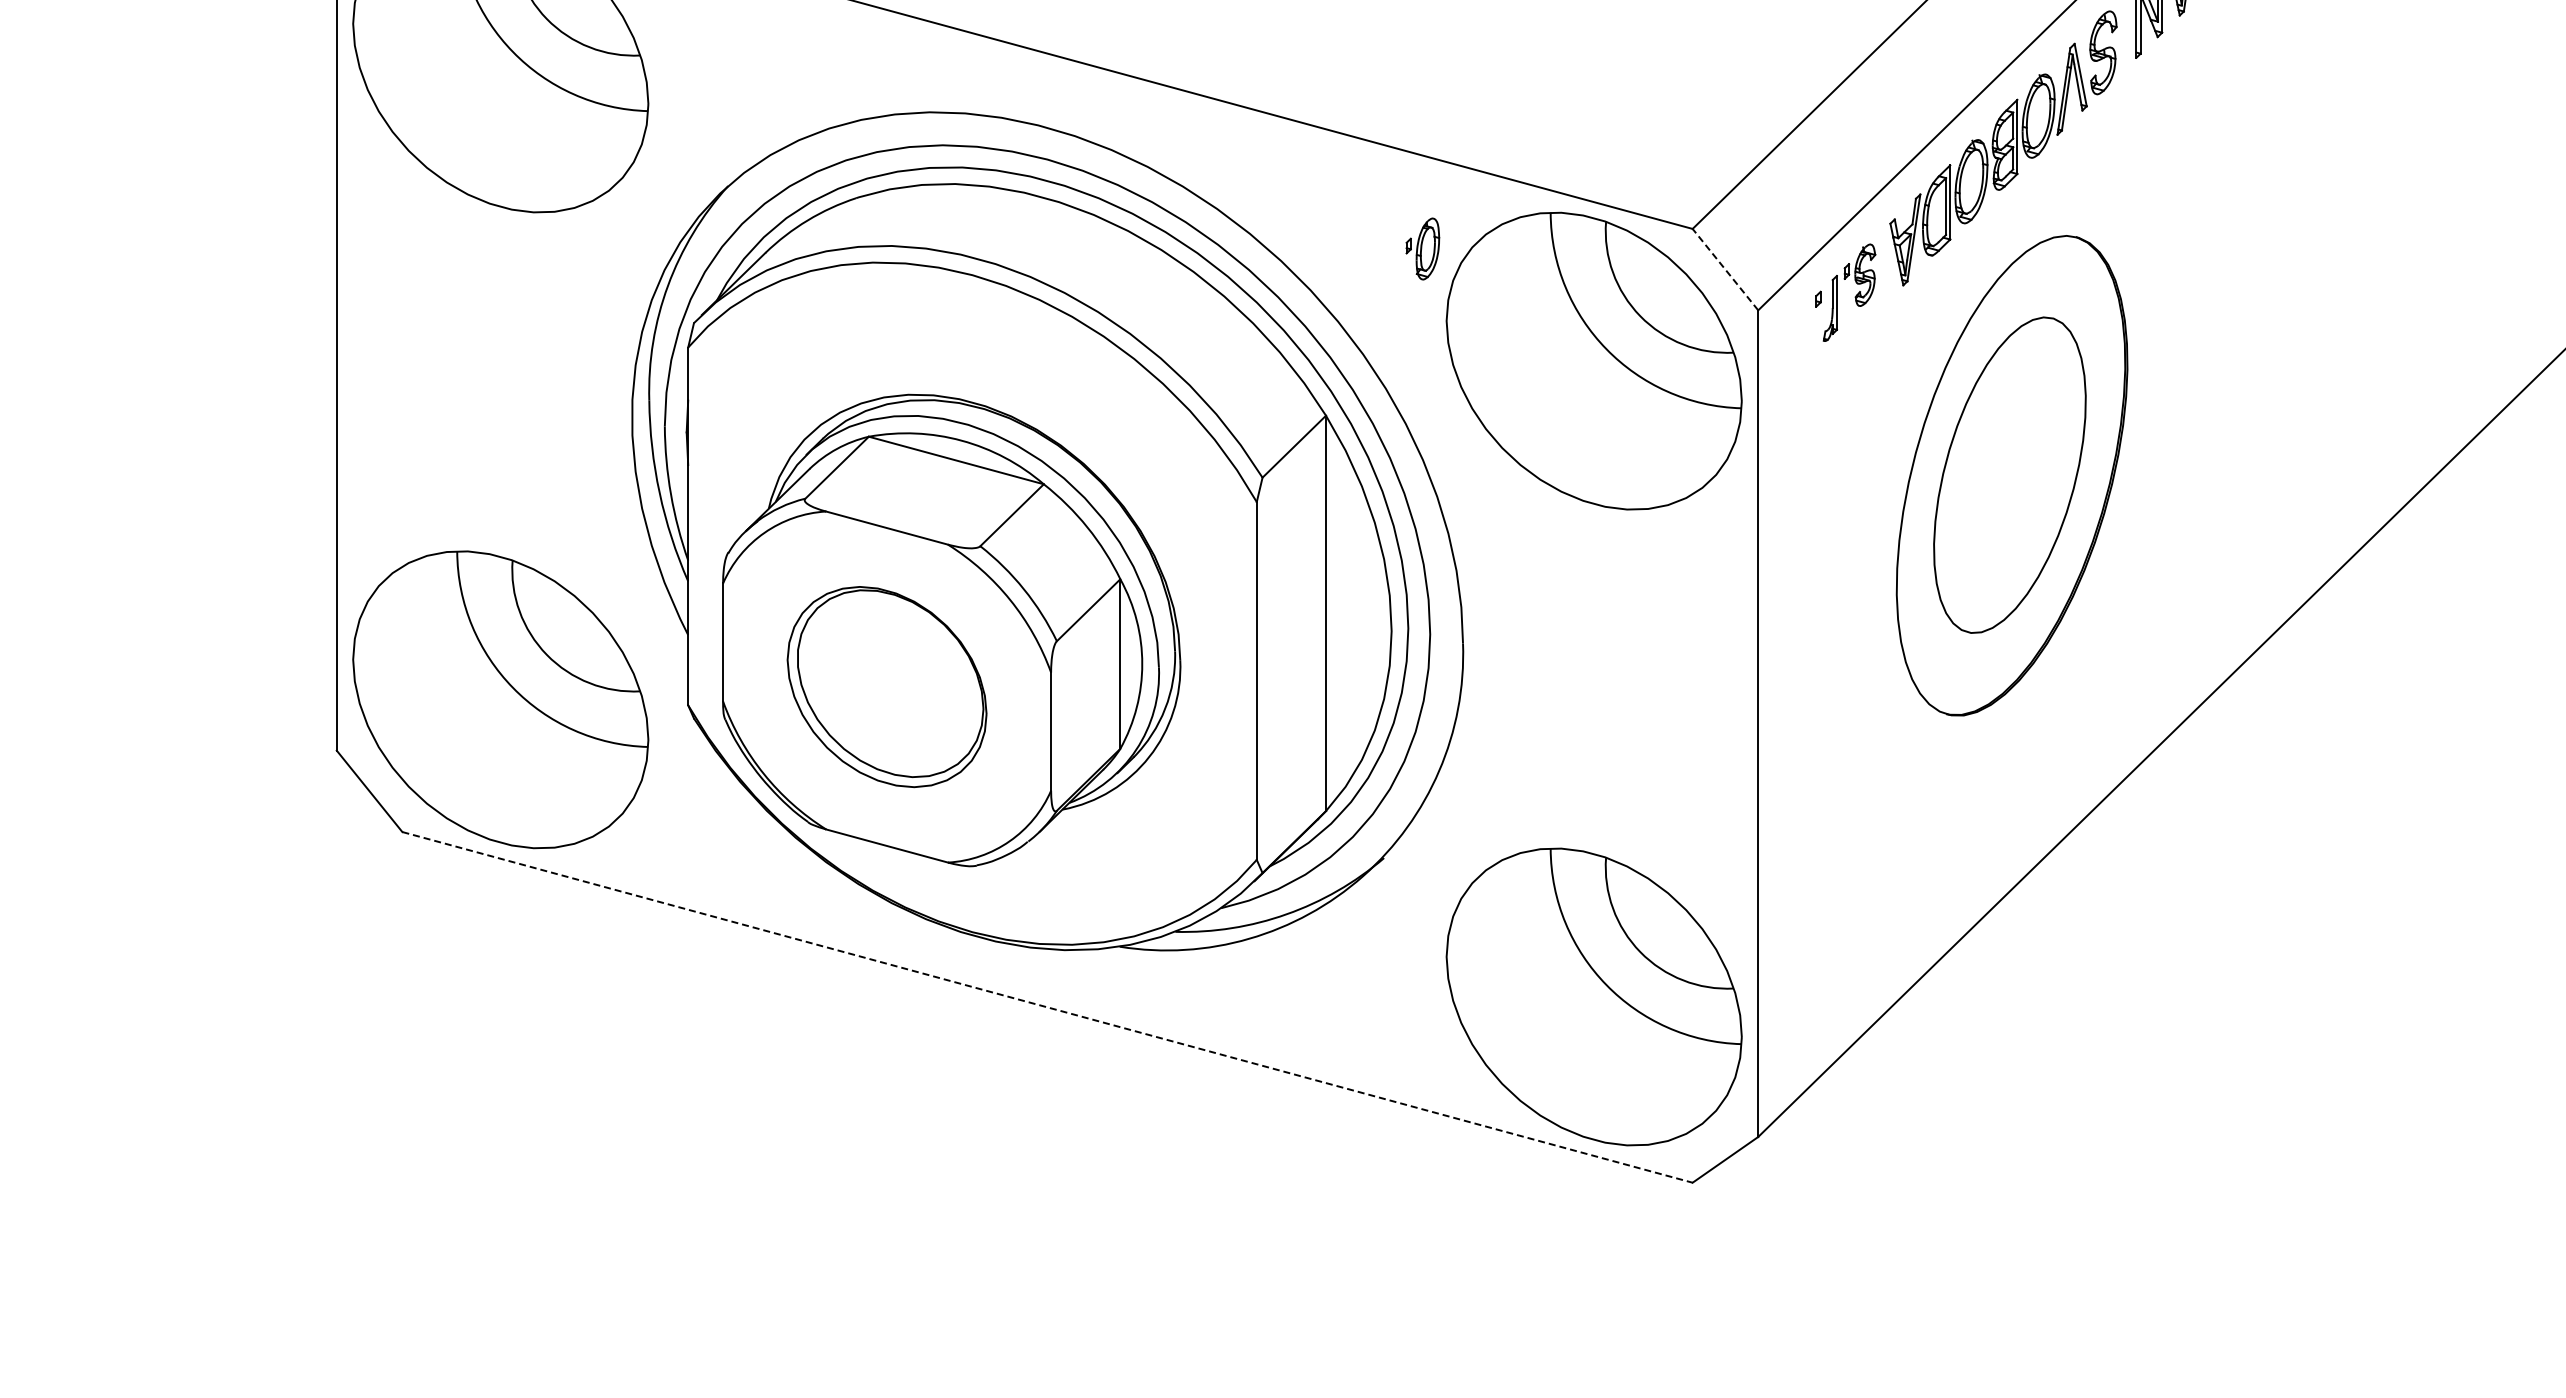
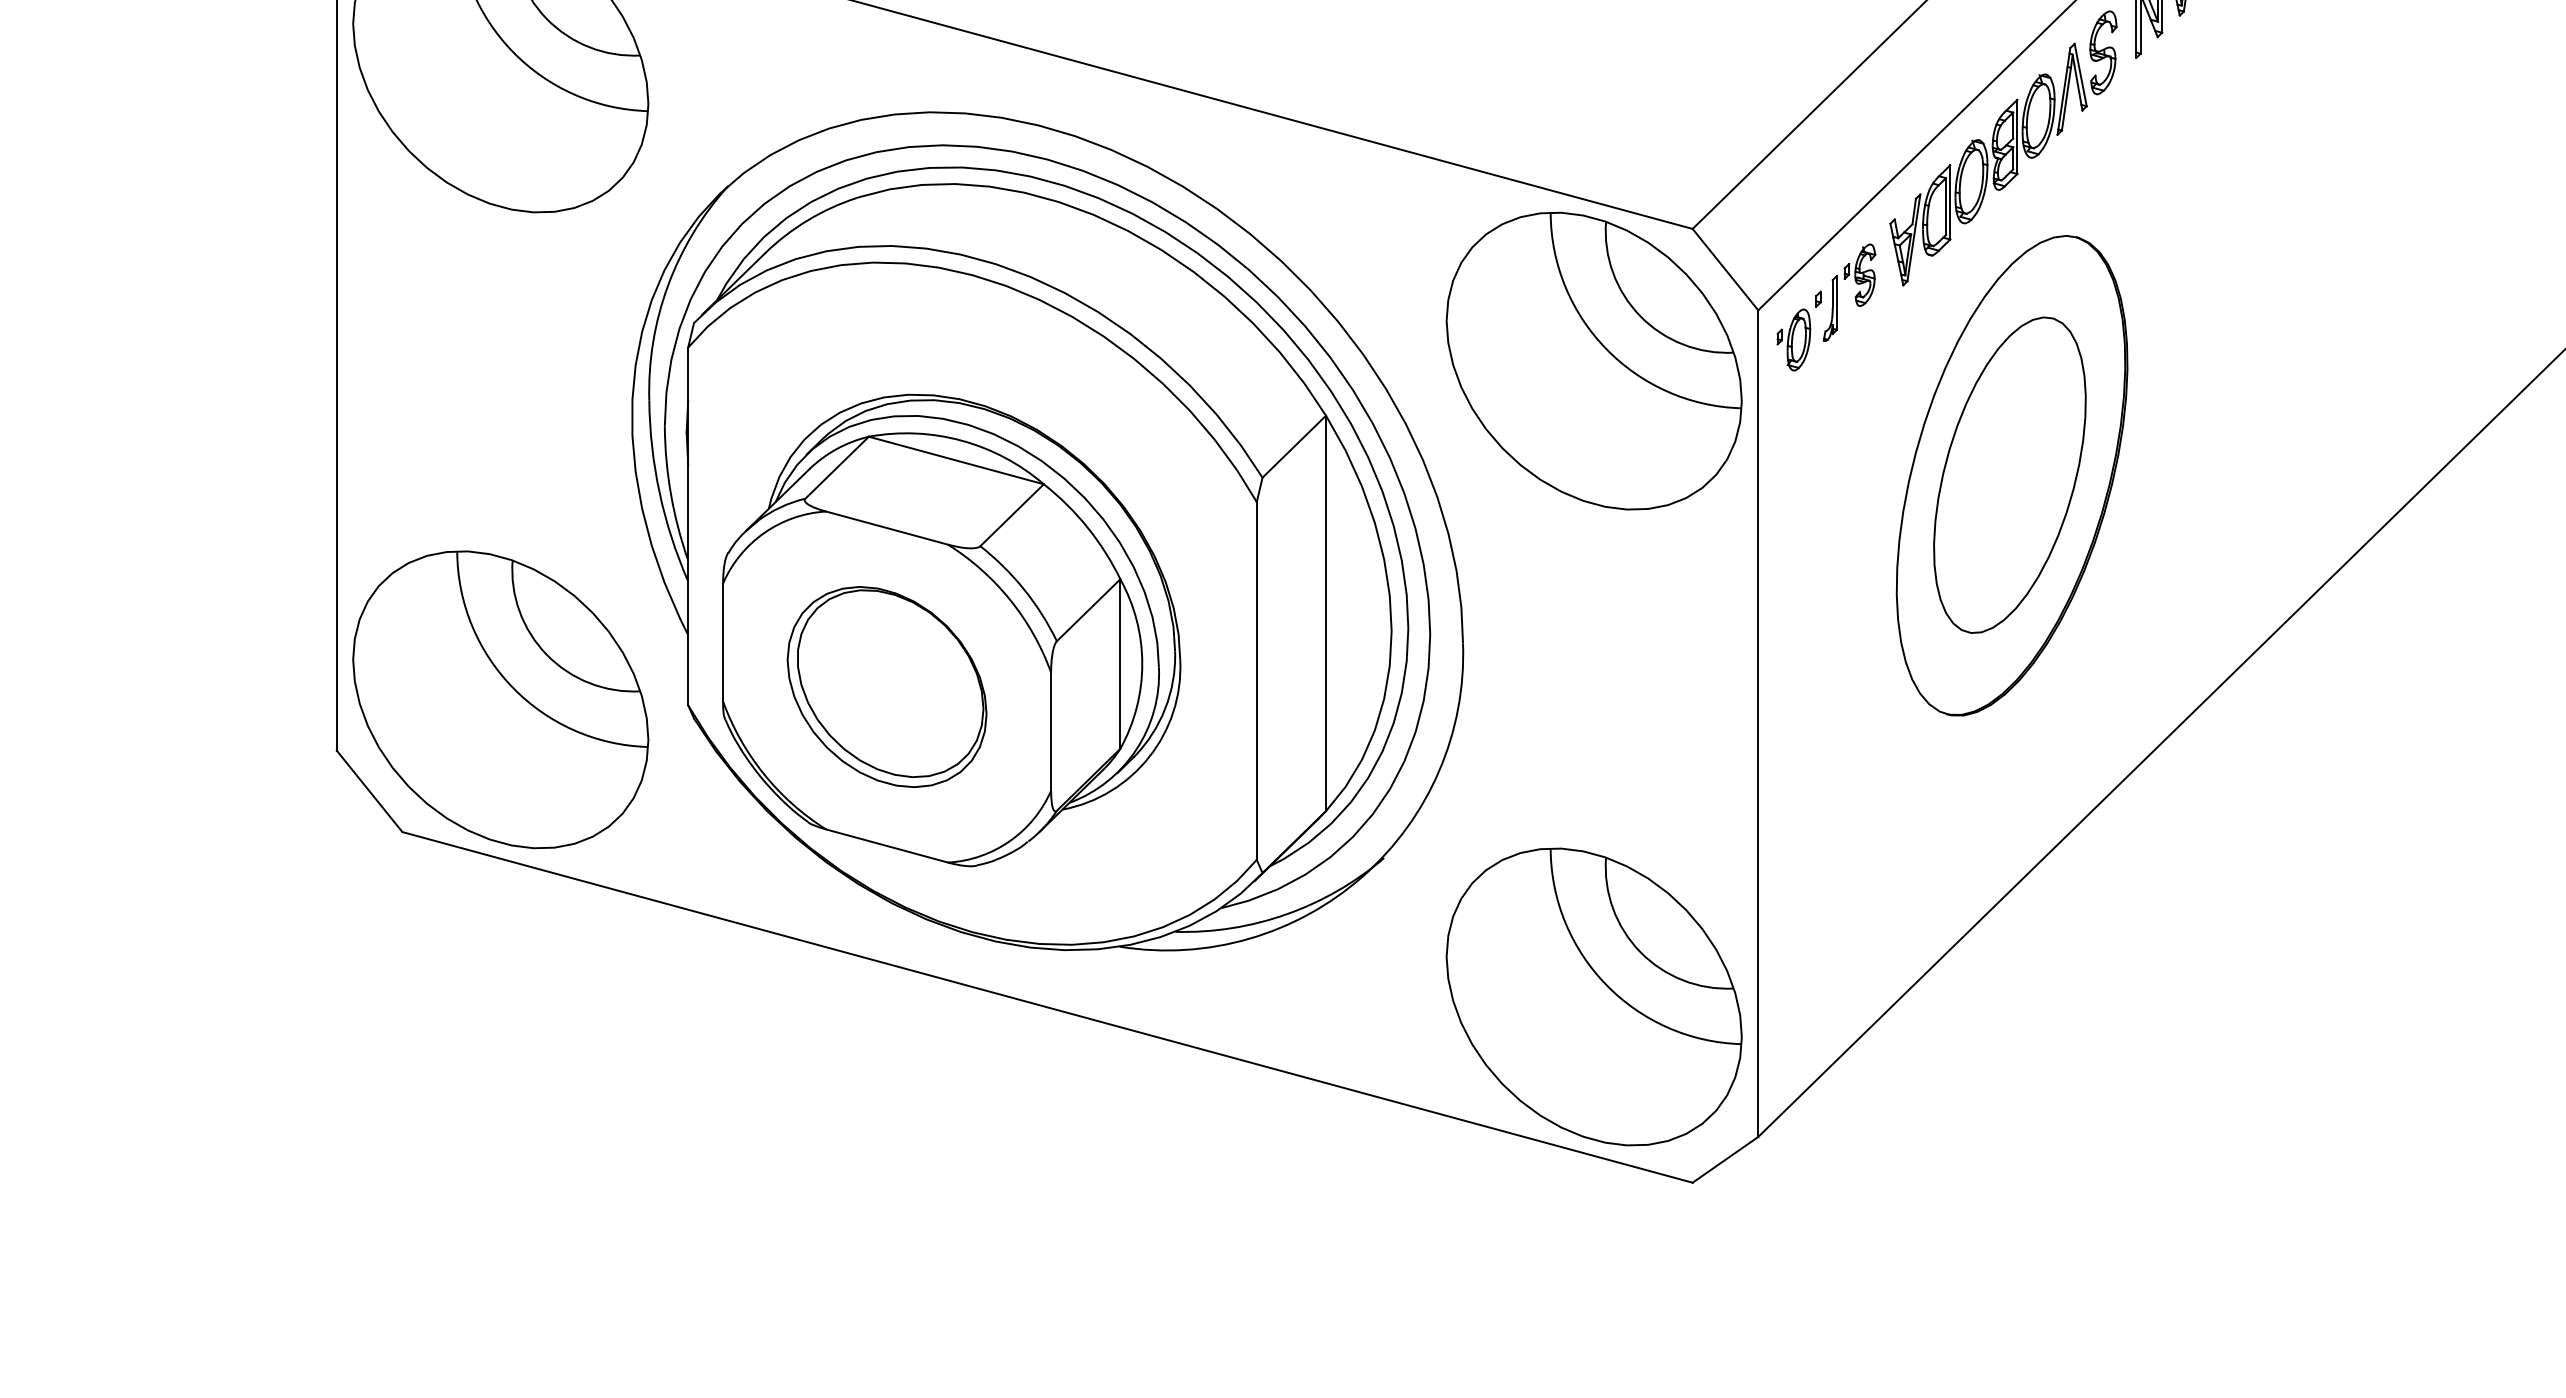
part at (1422, 248) position: (1422, 248) -> (1793, 339)
line at (1725, 269): dashed -> solid
line at (1047, 1007): dashed -> solid
